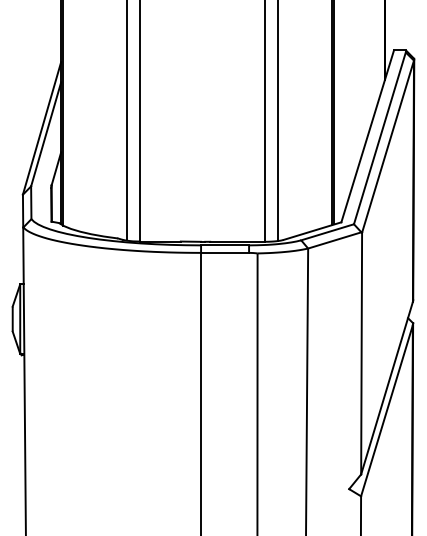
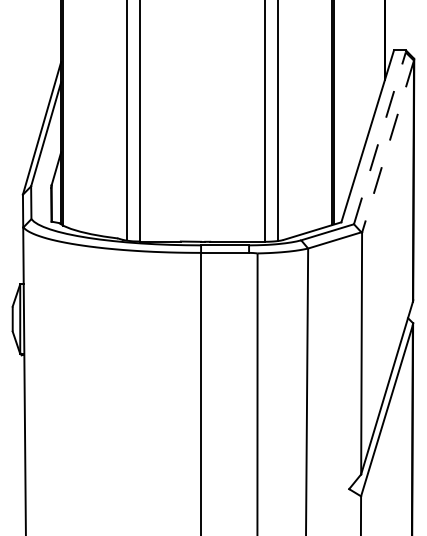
line at (379, 138): solid -> dashed
line at (388, 146): solid -> dashed
